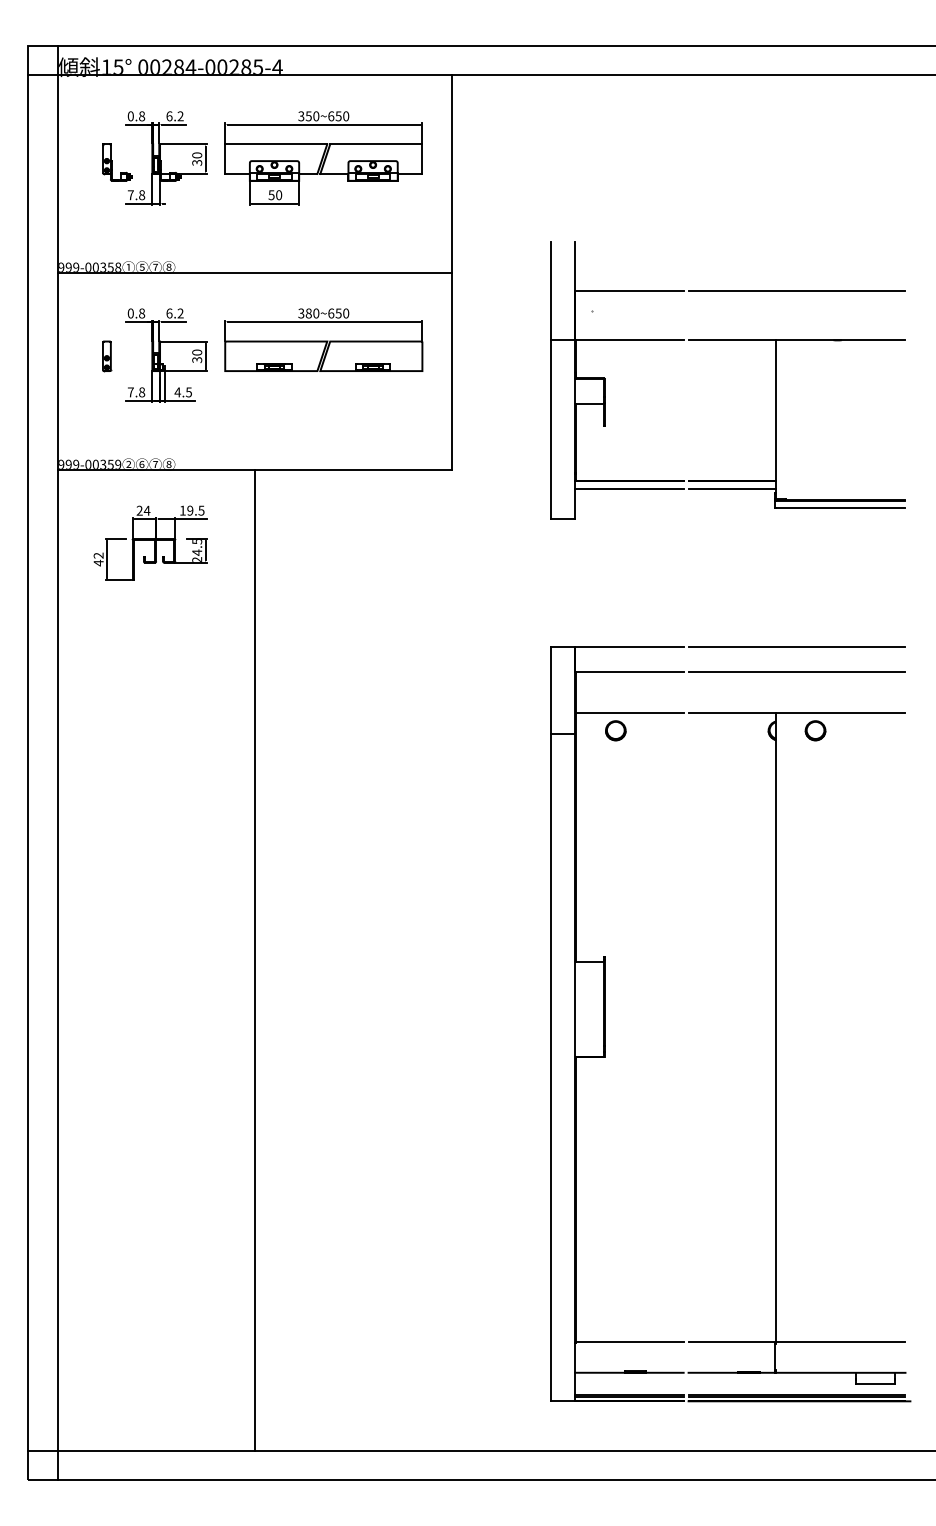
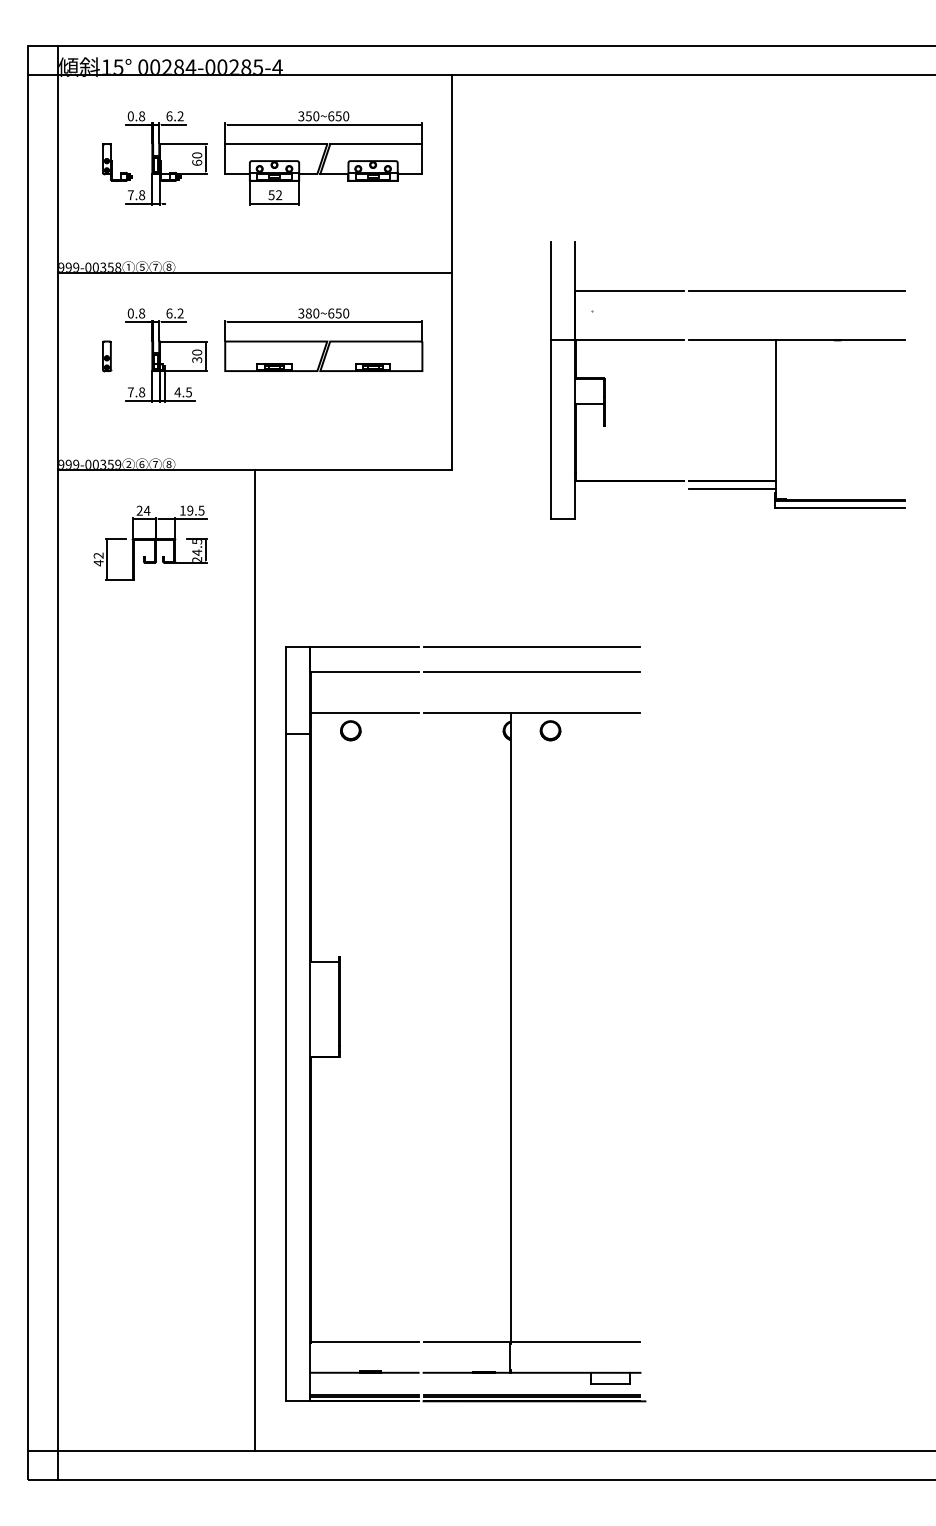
text at (197, 162): 30 -> 60
text at (279, 195): 50 -> 52
line at (629, 488): present -> none
part at (775, 1024) position: (775, 1024) -> (510, 1024)
